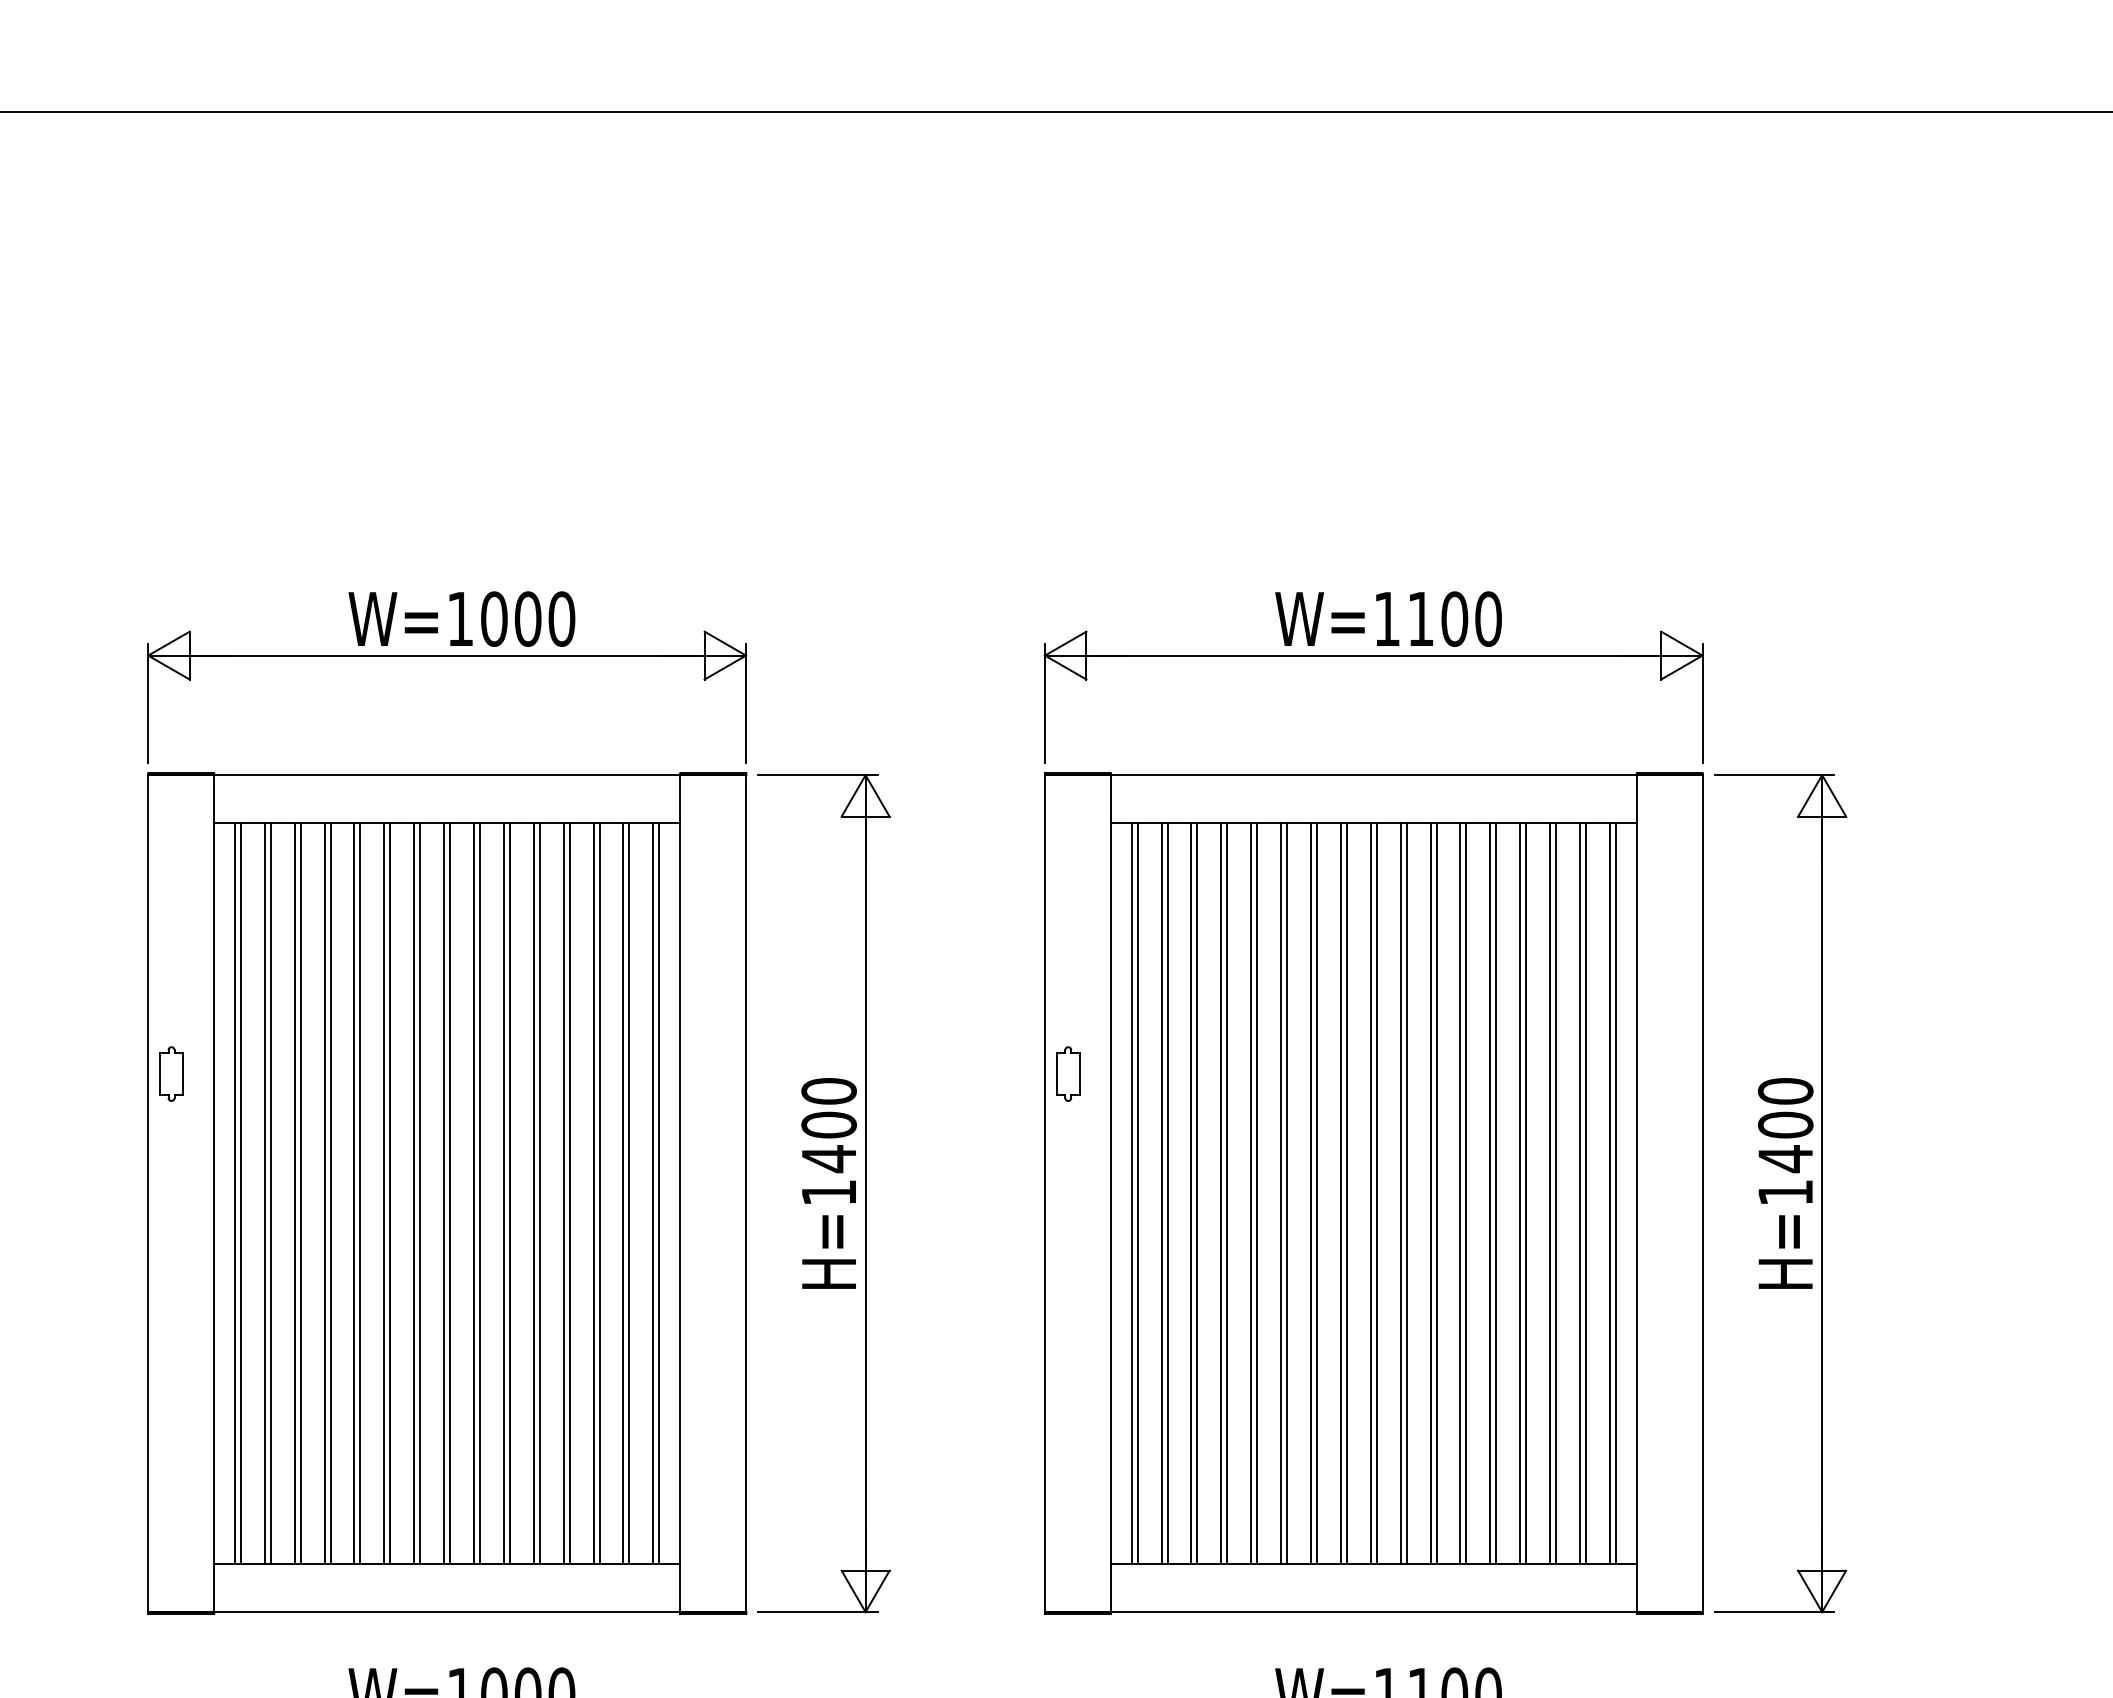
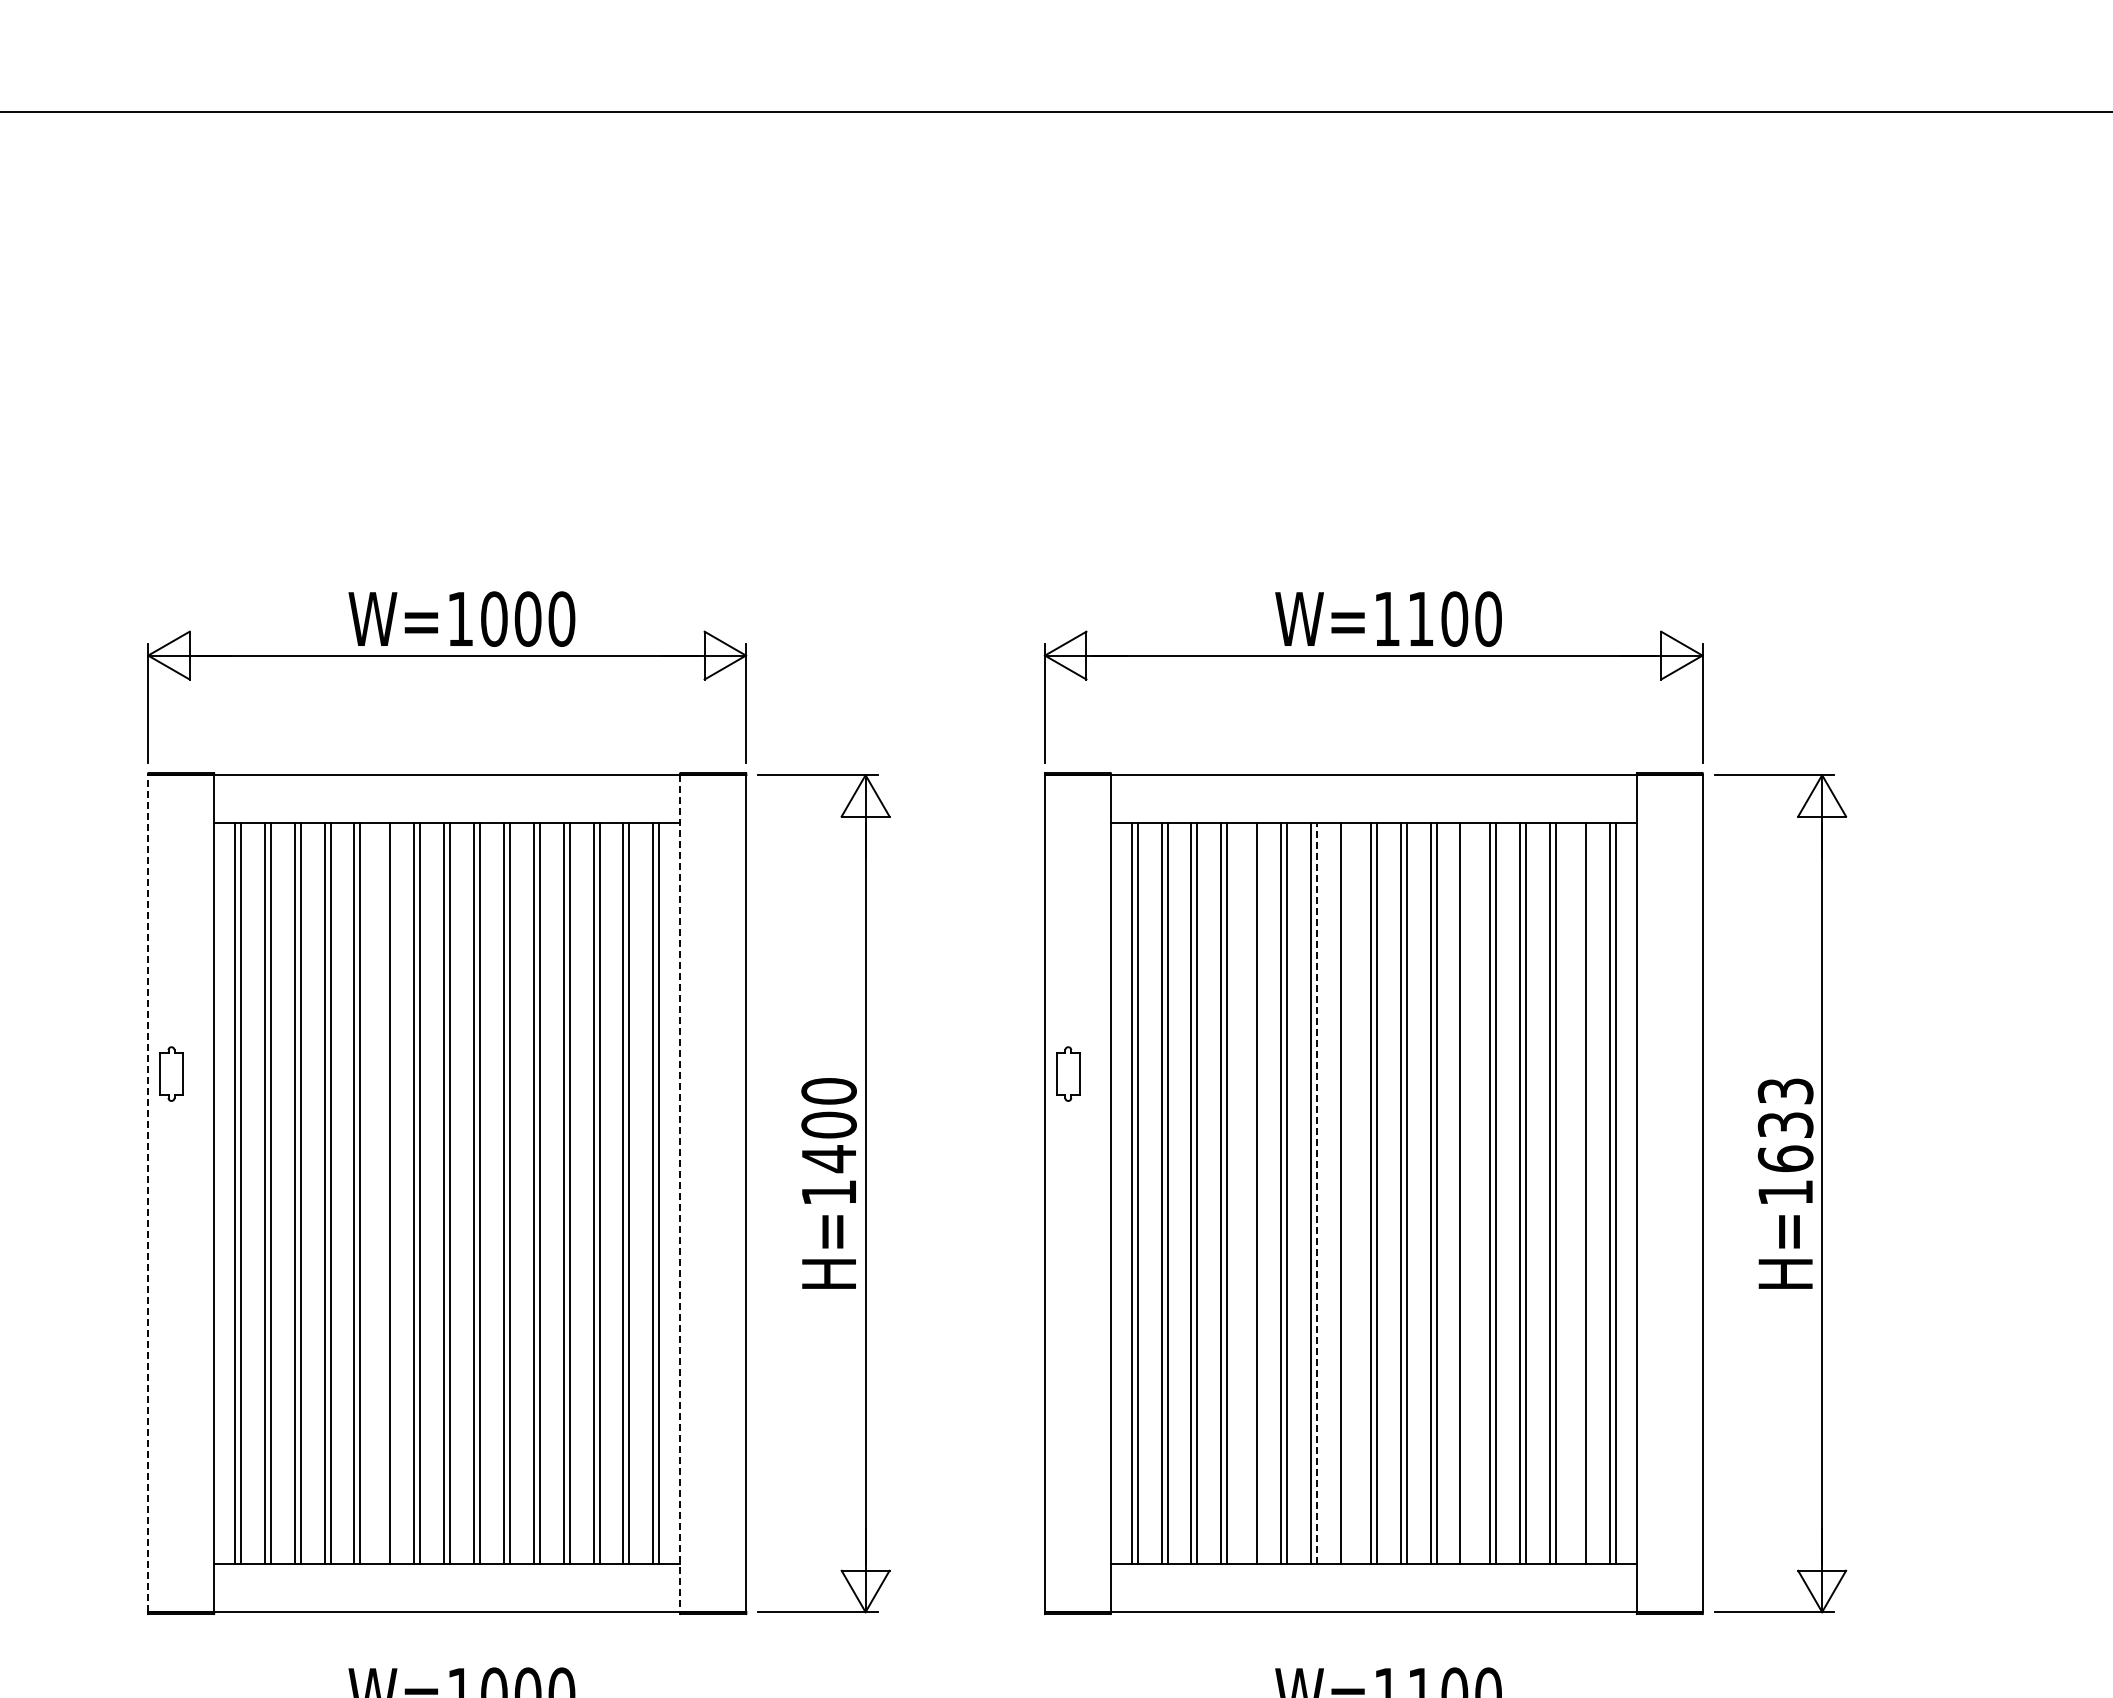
text at (1785, 1125): H=1400 -> H=1633
line at (148, 1193): solid -> dashed
line at (384, 1193): present -> none
line at (1251, 1193): present -> none
line at (1316, 1193): solid -> dashed
line at (1346, 1193): present -> none
line at (1466, 1193): present -> none
line at (1580, 1193): present -> none
line at (680, 1194): solid -> dashed
